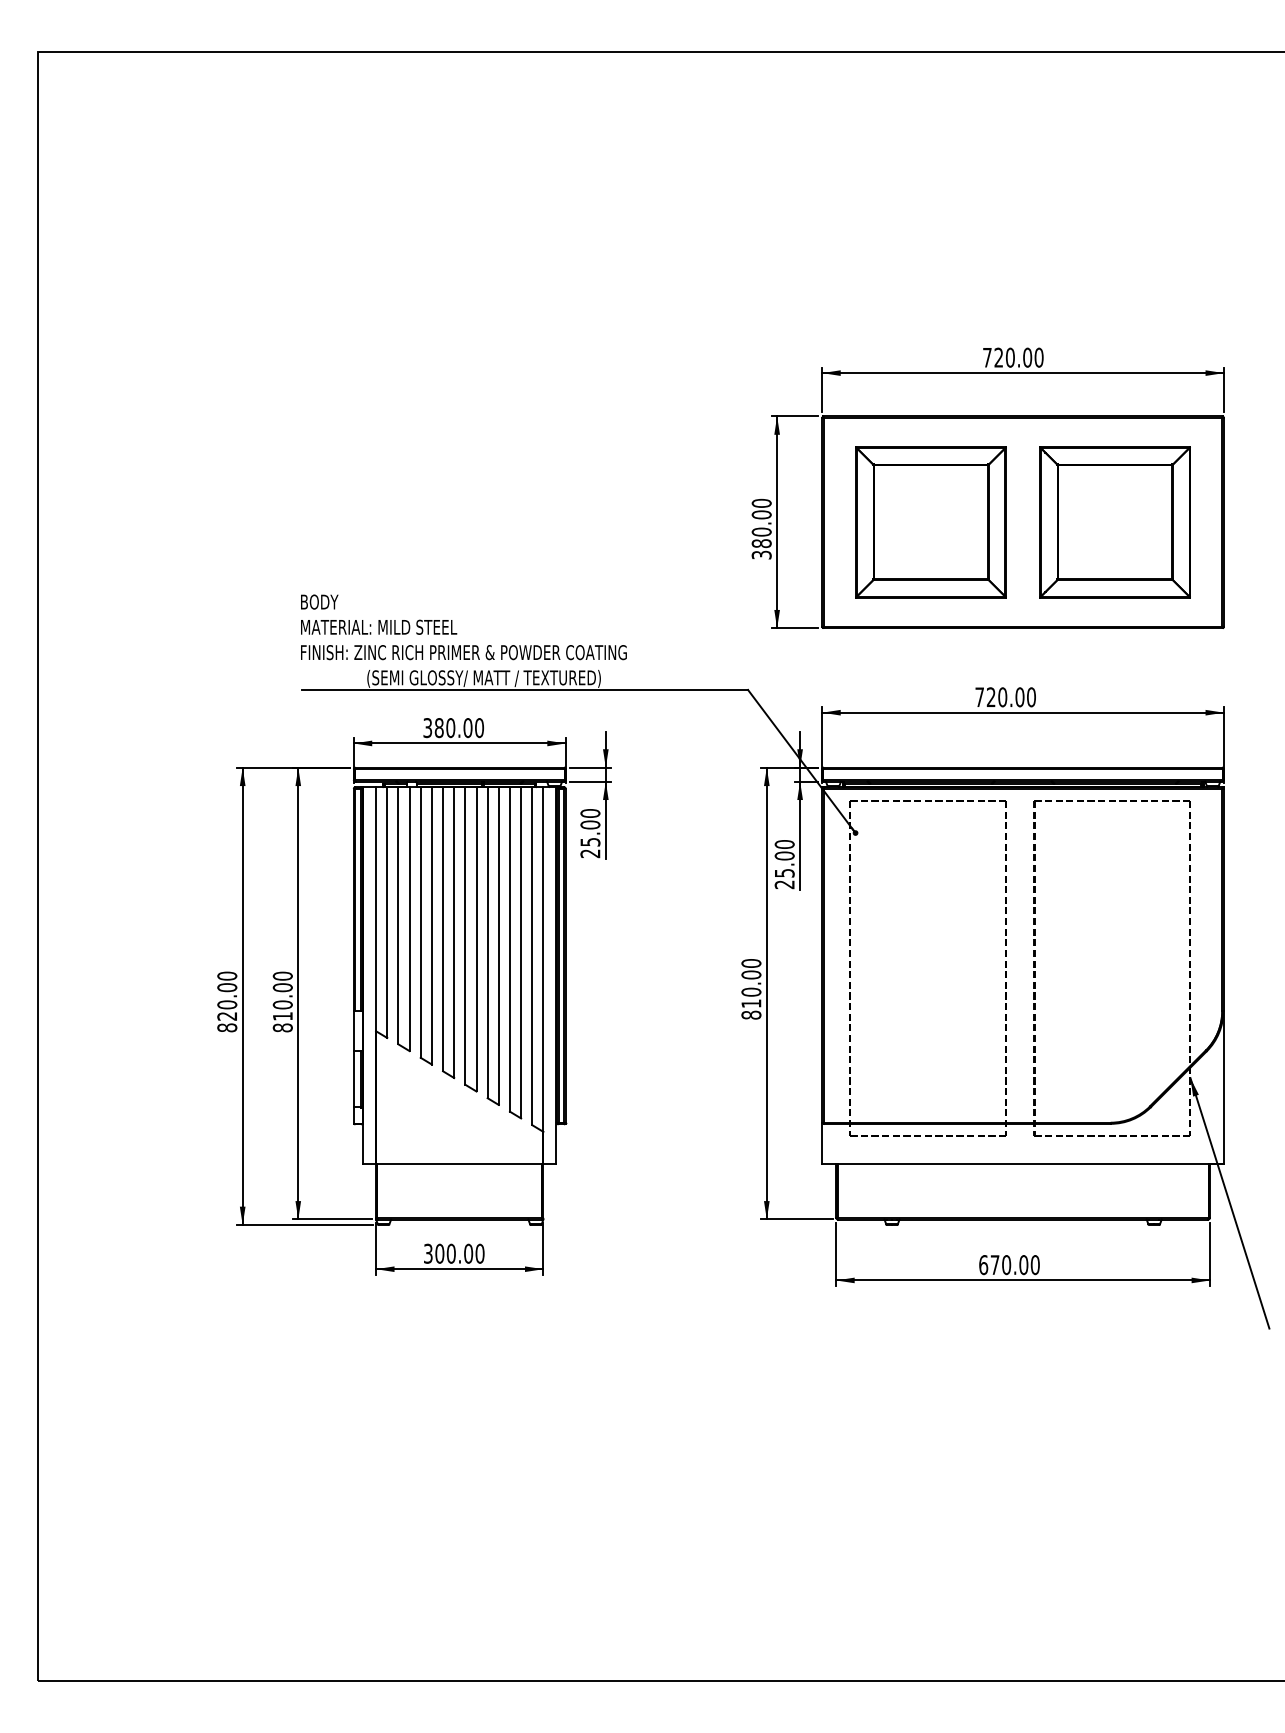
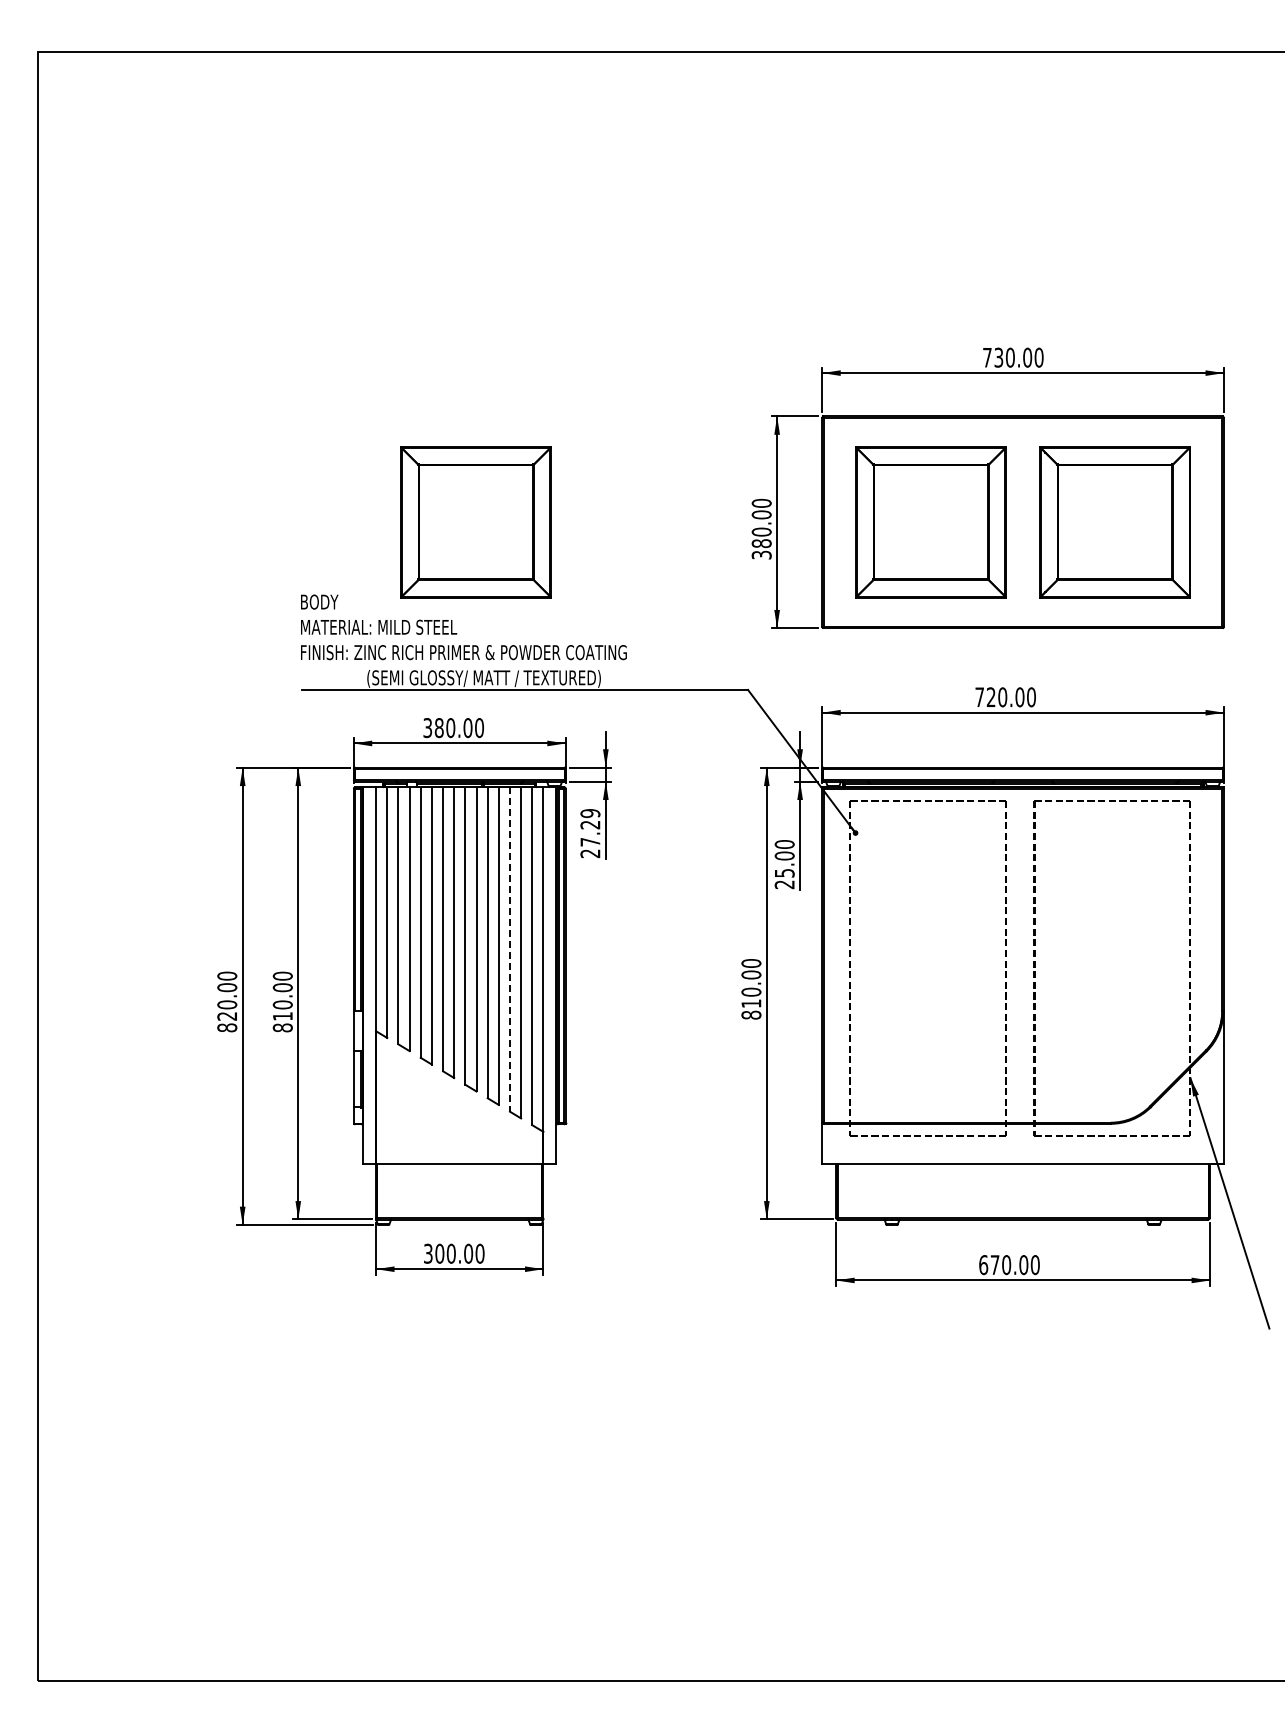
text at (998, 357): 720.00 -> 730.00
part at (475, 522): none -> present
text at (590, 827): 25.00 -> 27.29
line at (509, 949): solid -> dashed
